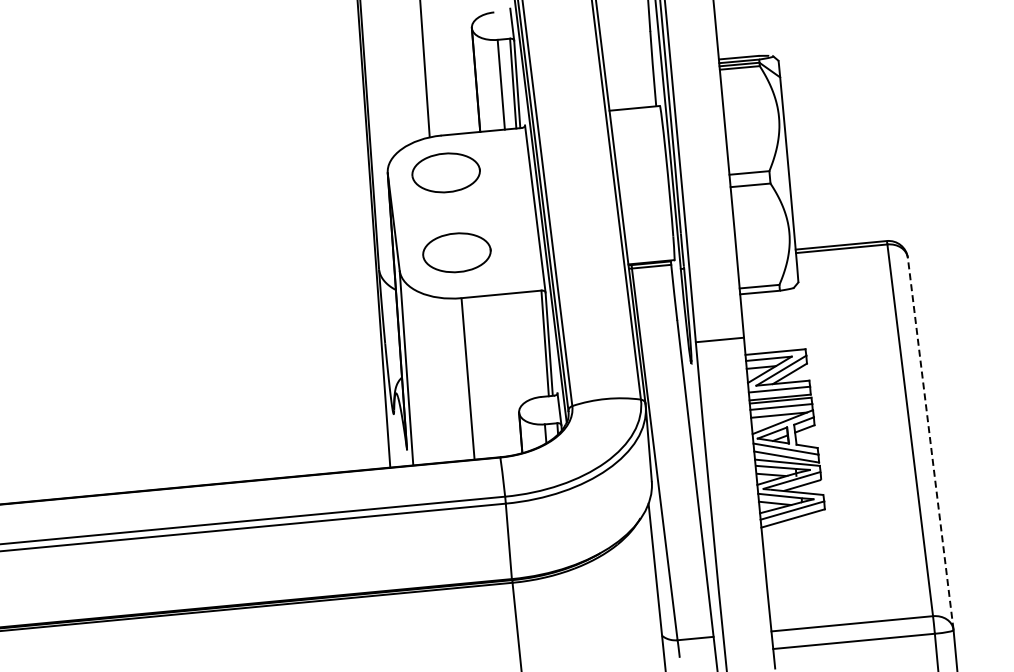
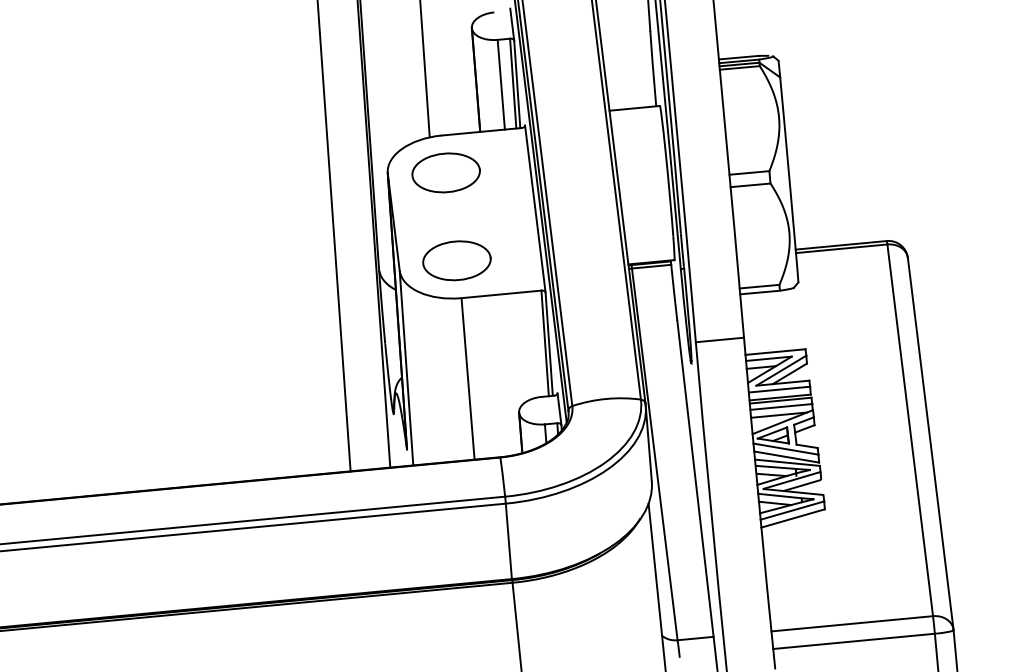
line at (333, 236): none -> present
part at (456, 252) position: (456, 252) -> (456, 260)
line at (930, 443): dashed -> solid
